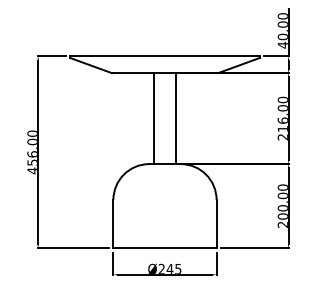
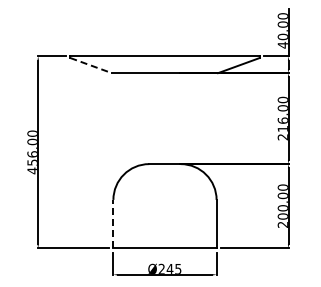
line at (91, 65): solid -> dashed
line at (154, 118): present -> none
line at (175, 118): present -> none
line at (113, 223): solid -> dashed
